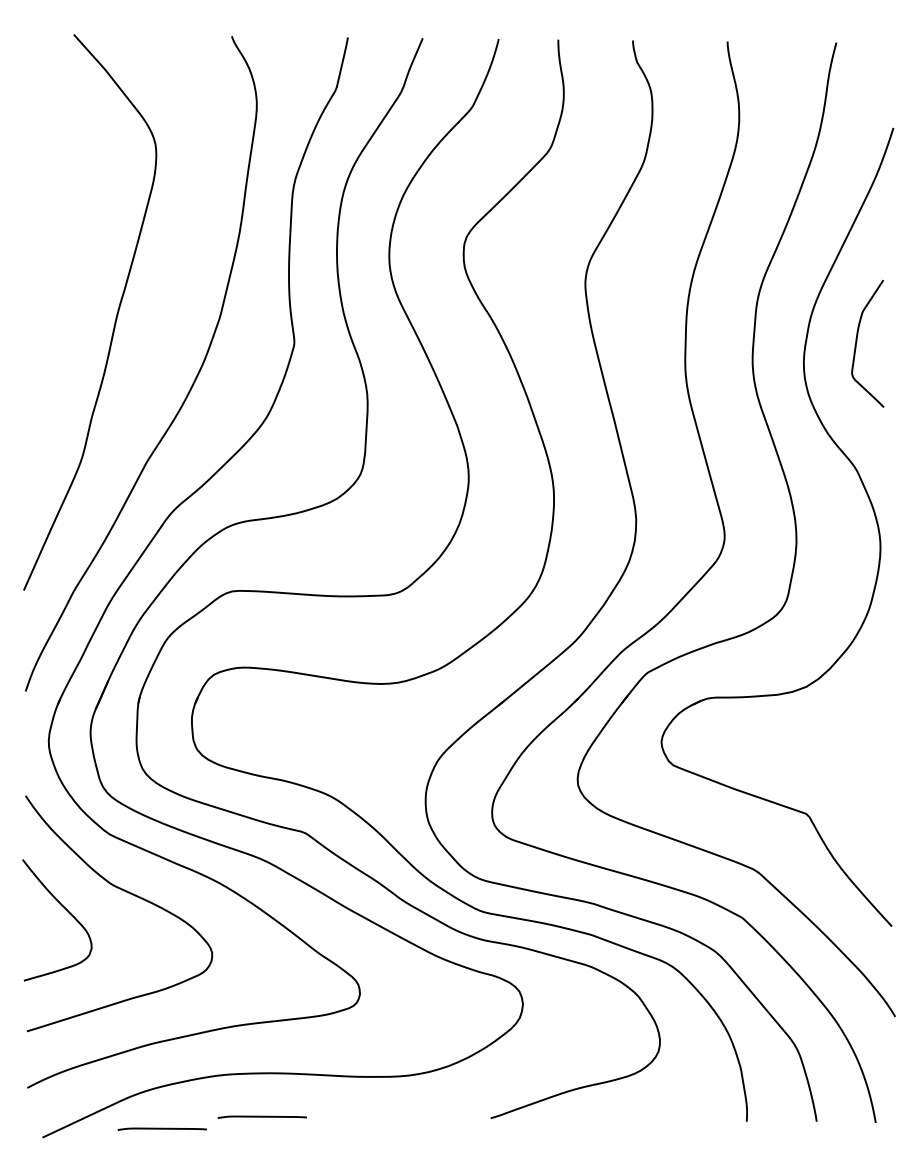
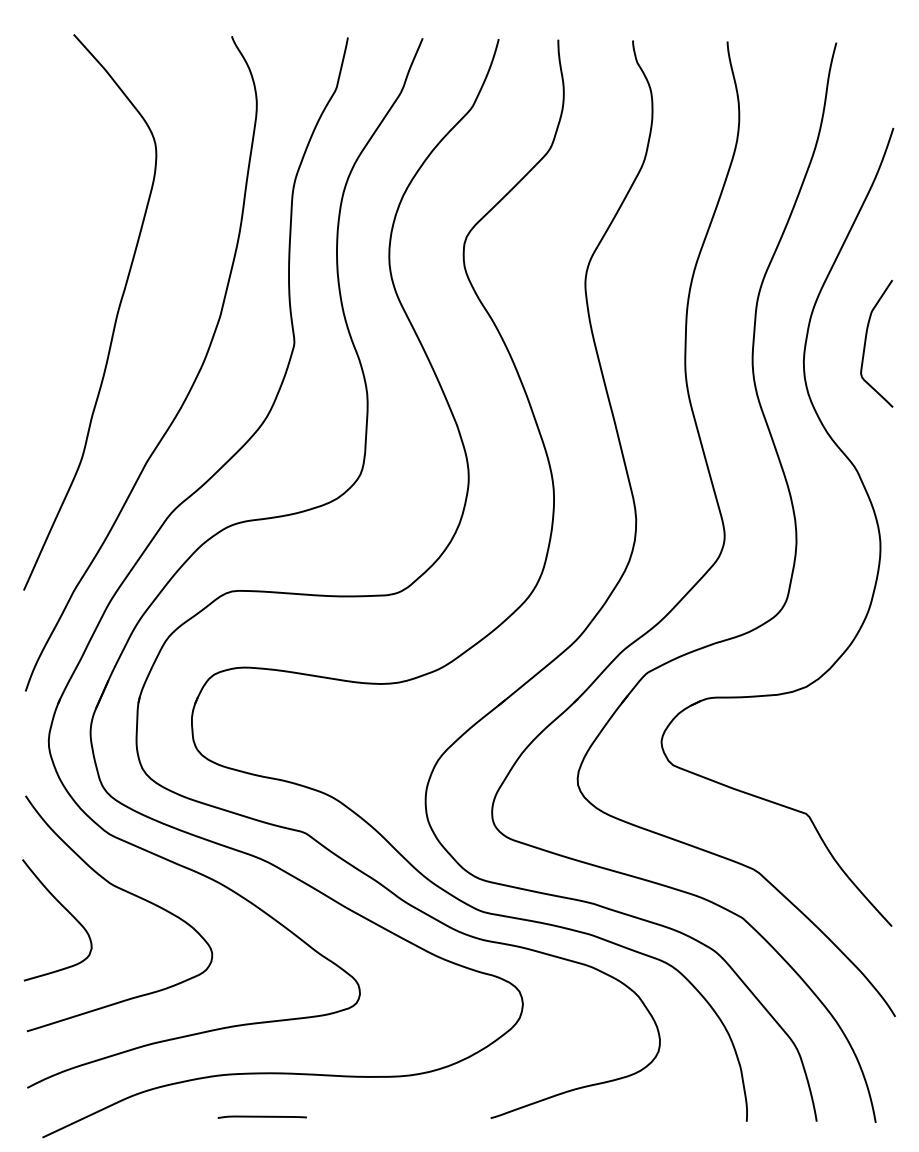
curve at (857, 342) position: (857, 342) -> (866, 342)
line at (161, 1128): present -> none
